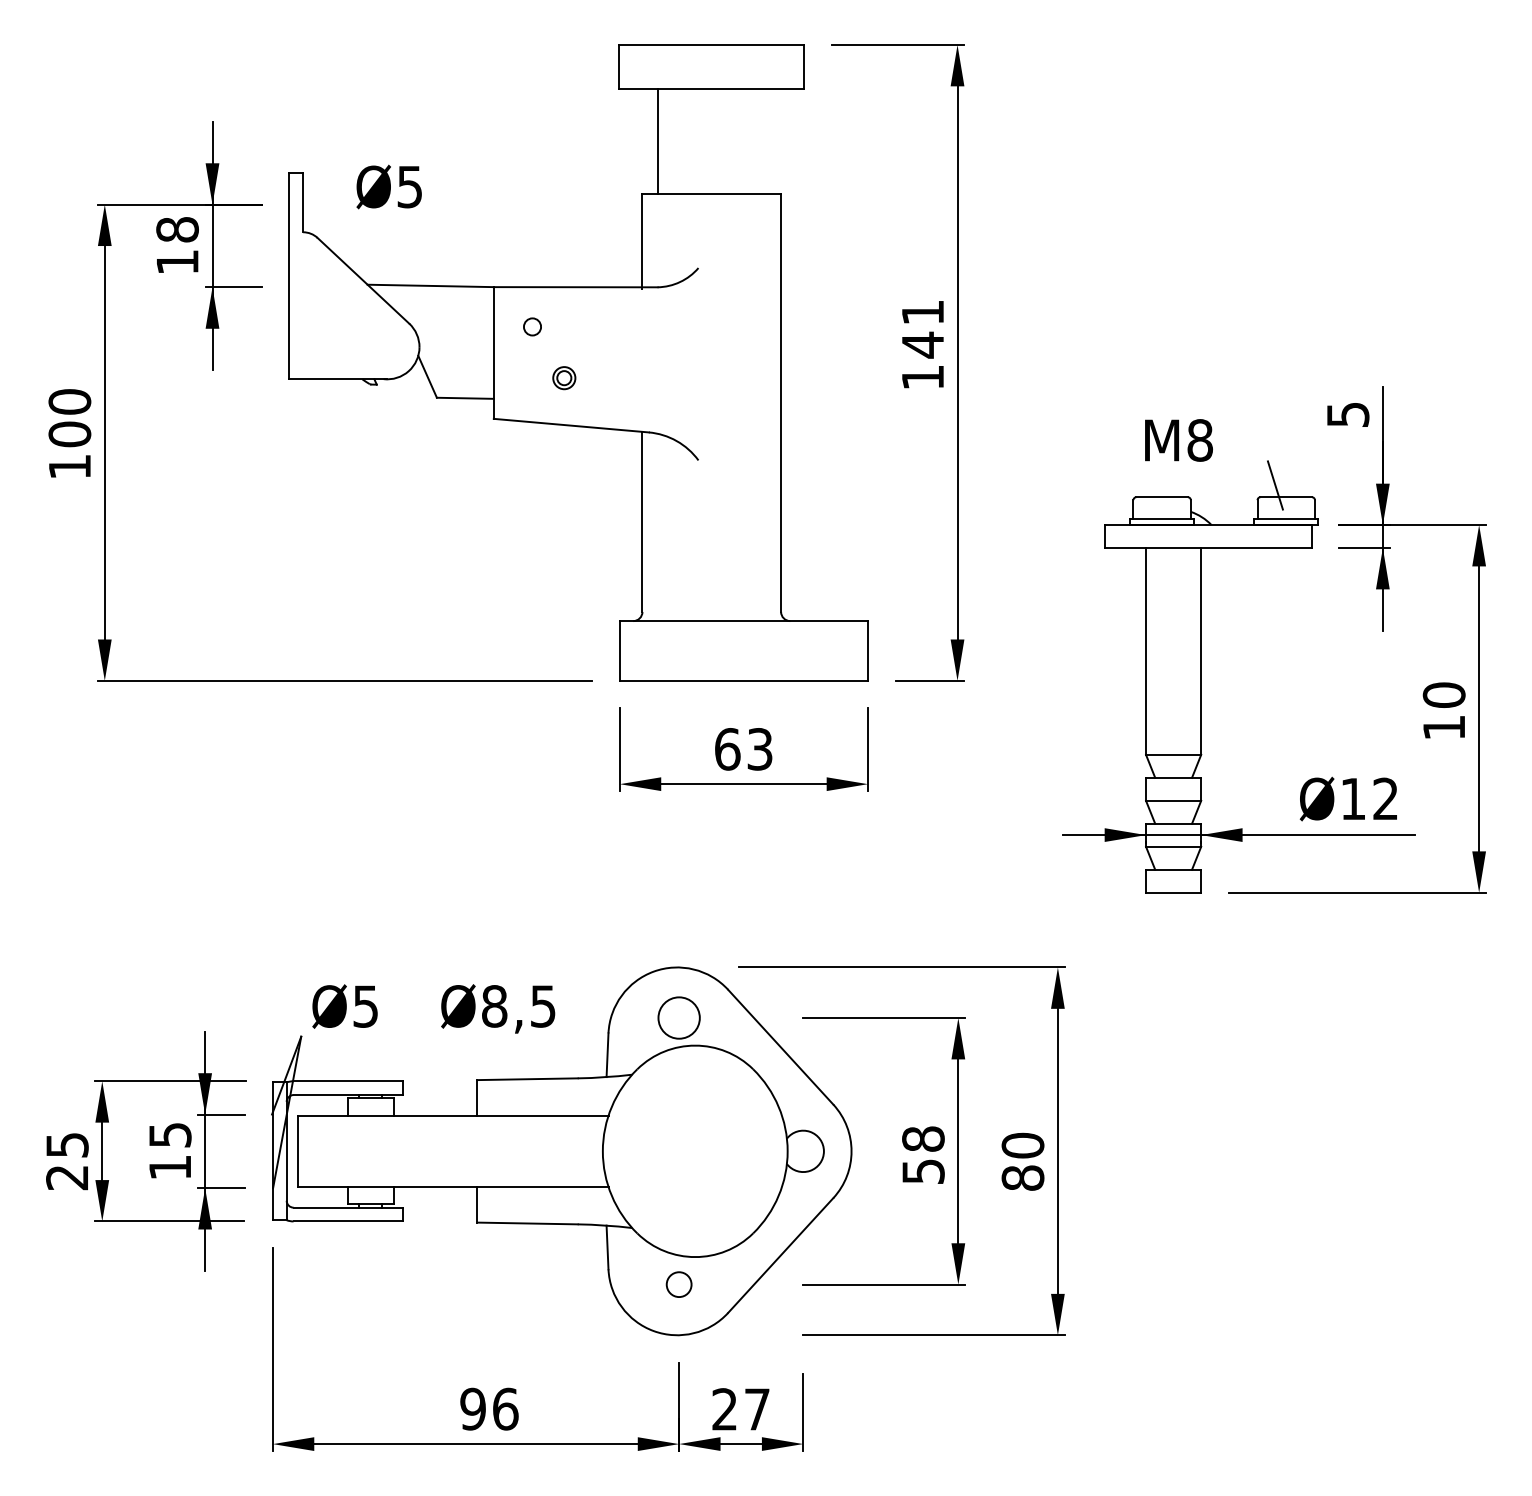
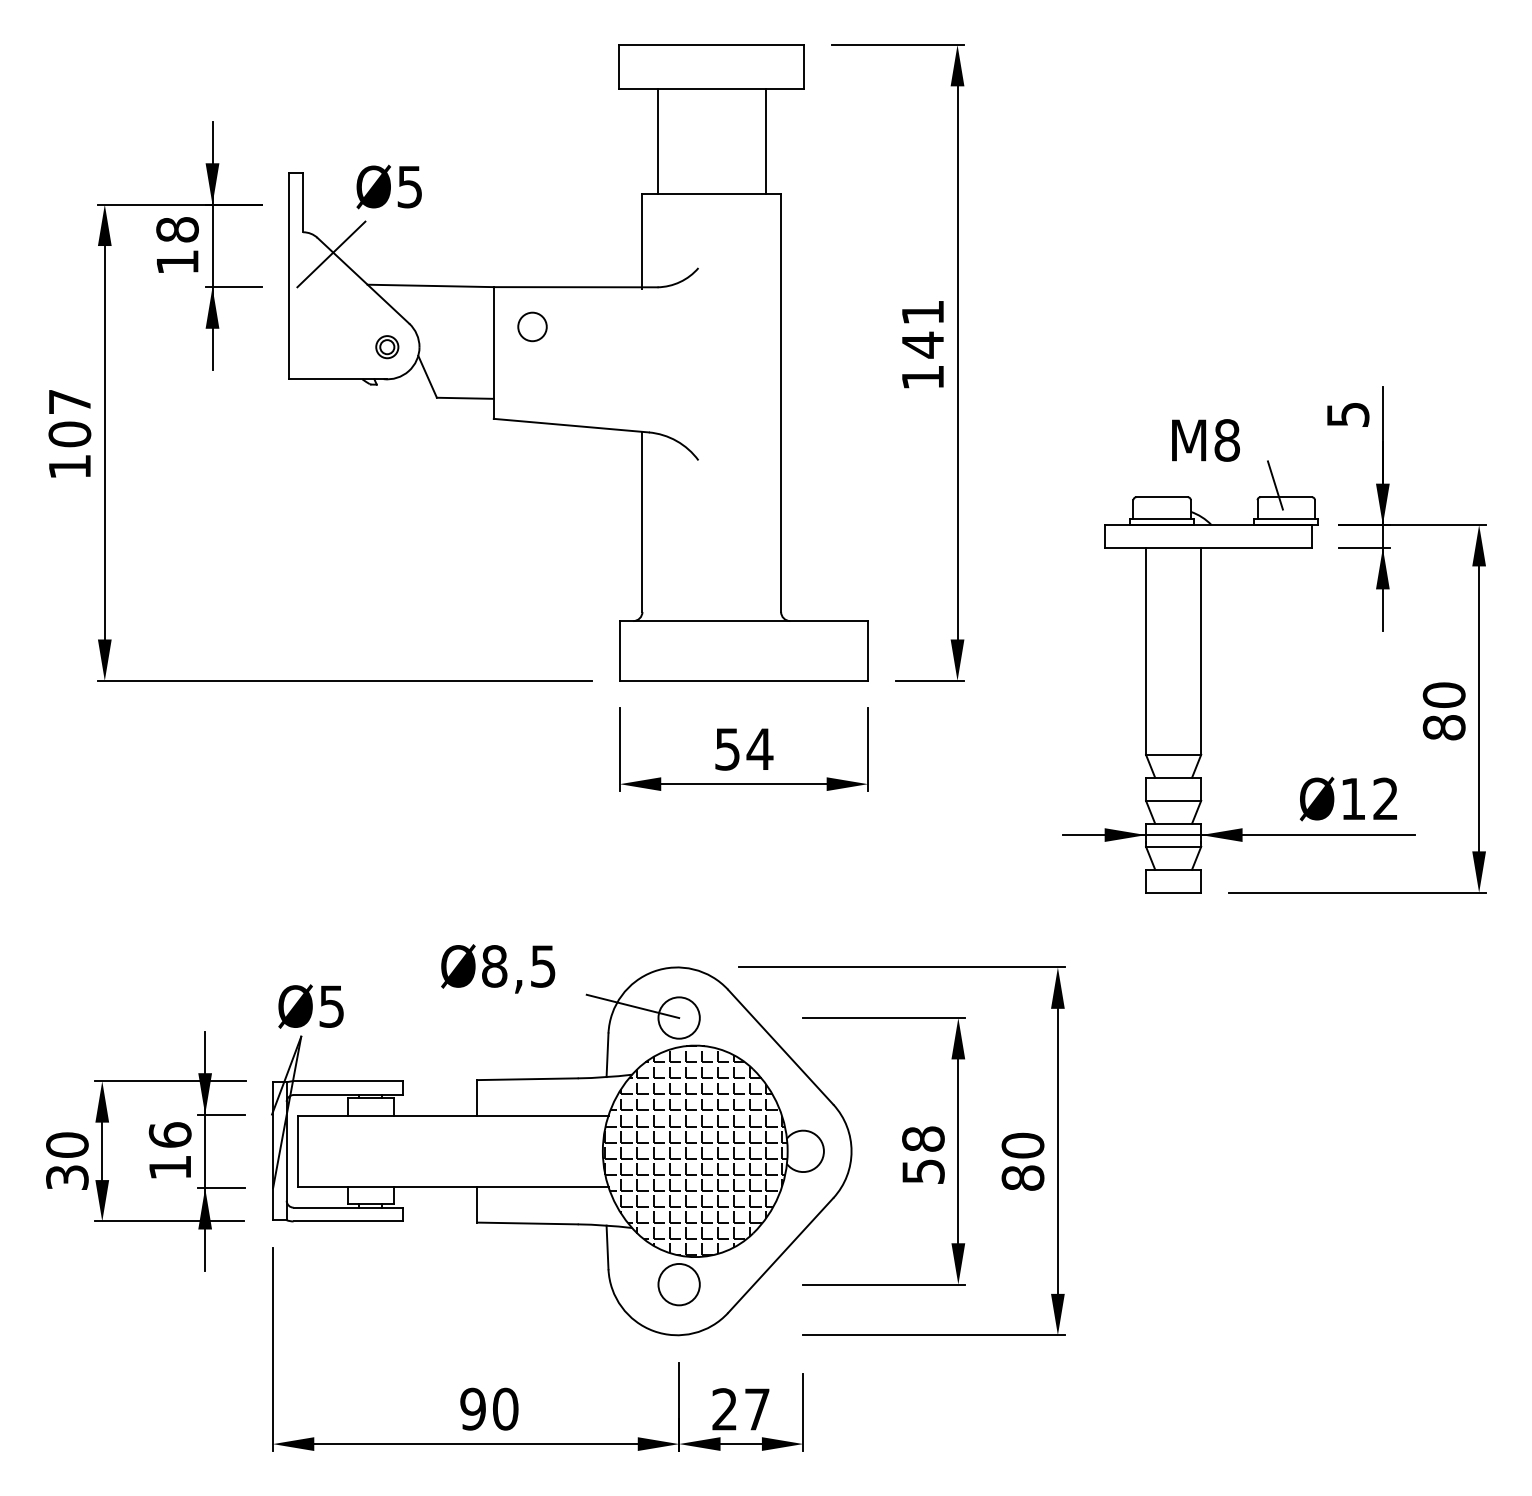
line at (765, 140): none -> present
line at (331, 254): none -> present
circle at (532, 326) diameter: 17 px -> 29 px
part at (564, 378) position: (564, 378) -> (387, 347)
text at (69, 401): 100 -> 107
text at (1178, 440) position: (1178, 440) -> (1205, 440)
text at (1443, 727): 10 -> 80
text at (744, 749): 63 -> 54
text at (344, 1006) position: (344, 1006) -> (310, 1006)
line at (632, 1006): none -> present
text at (498, 1008) position: (498, 1008) -> (498, 968)
text at (169, 1134): 15 -> 16
hatch at (696, 1149): none -> present
text at (67, 1161): 25 -> 30
circle at (678, 1284) diameter: 25 px -> 41 px
text at (505, 1408): 96 -> 90
